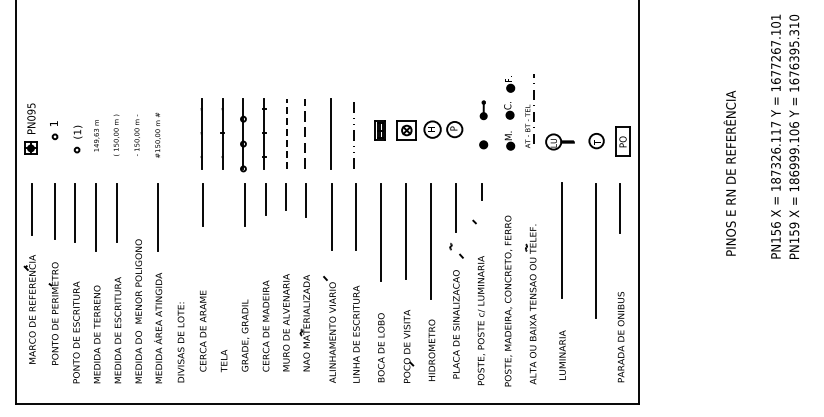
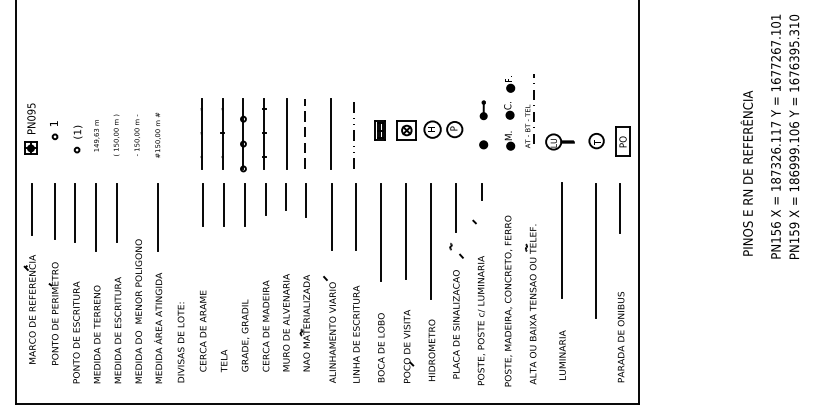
line at (286, 133): dashed -> solid
text at (729, 172) position: (729, 172) -> (746, 172)
line at (223, 204): none -> present
